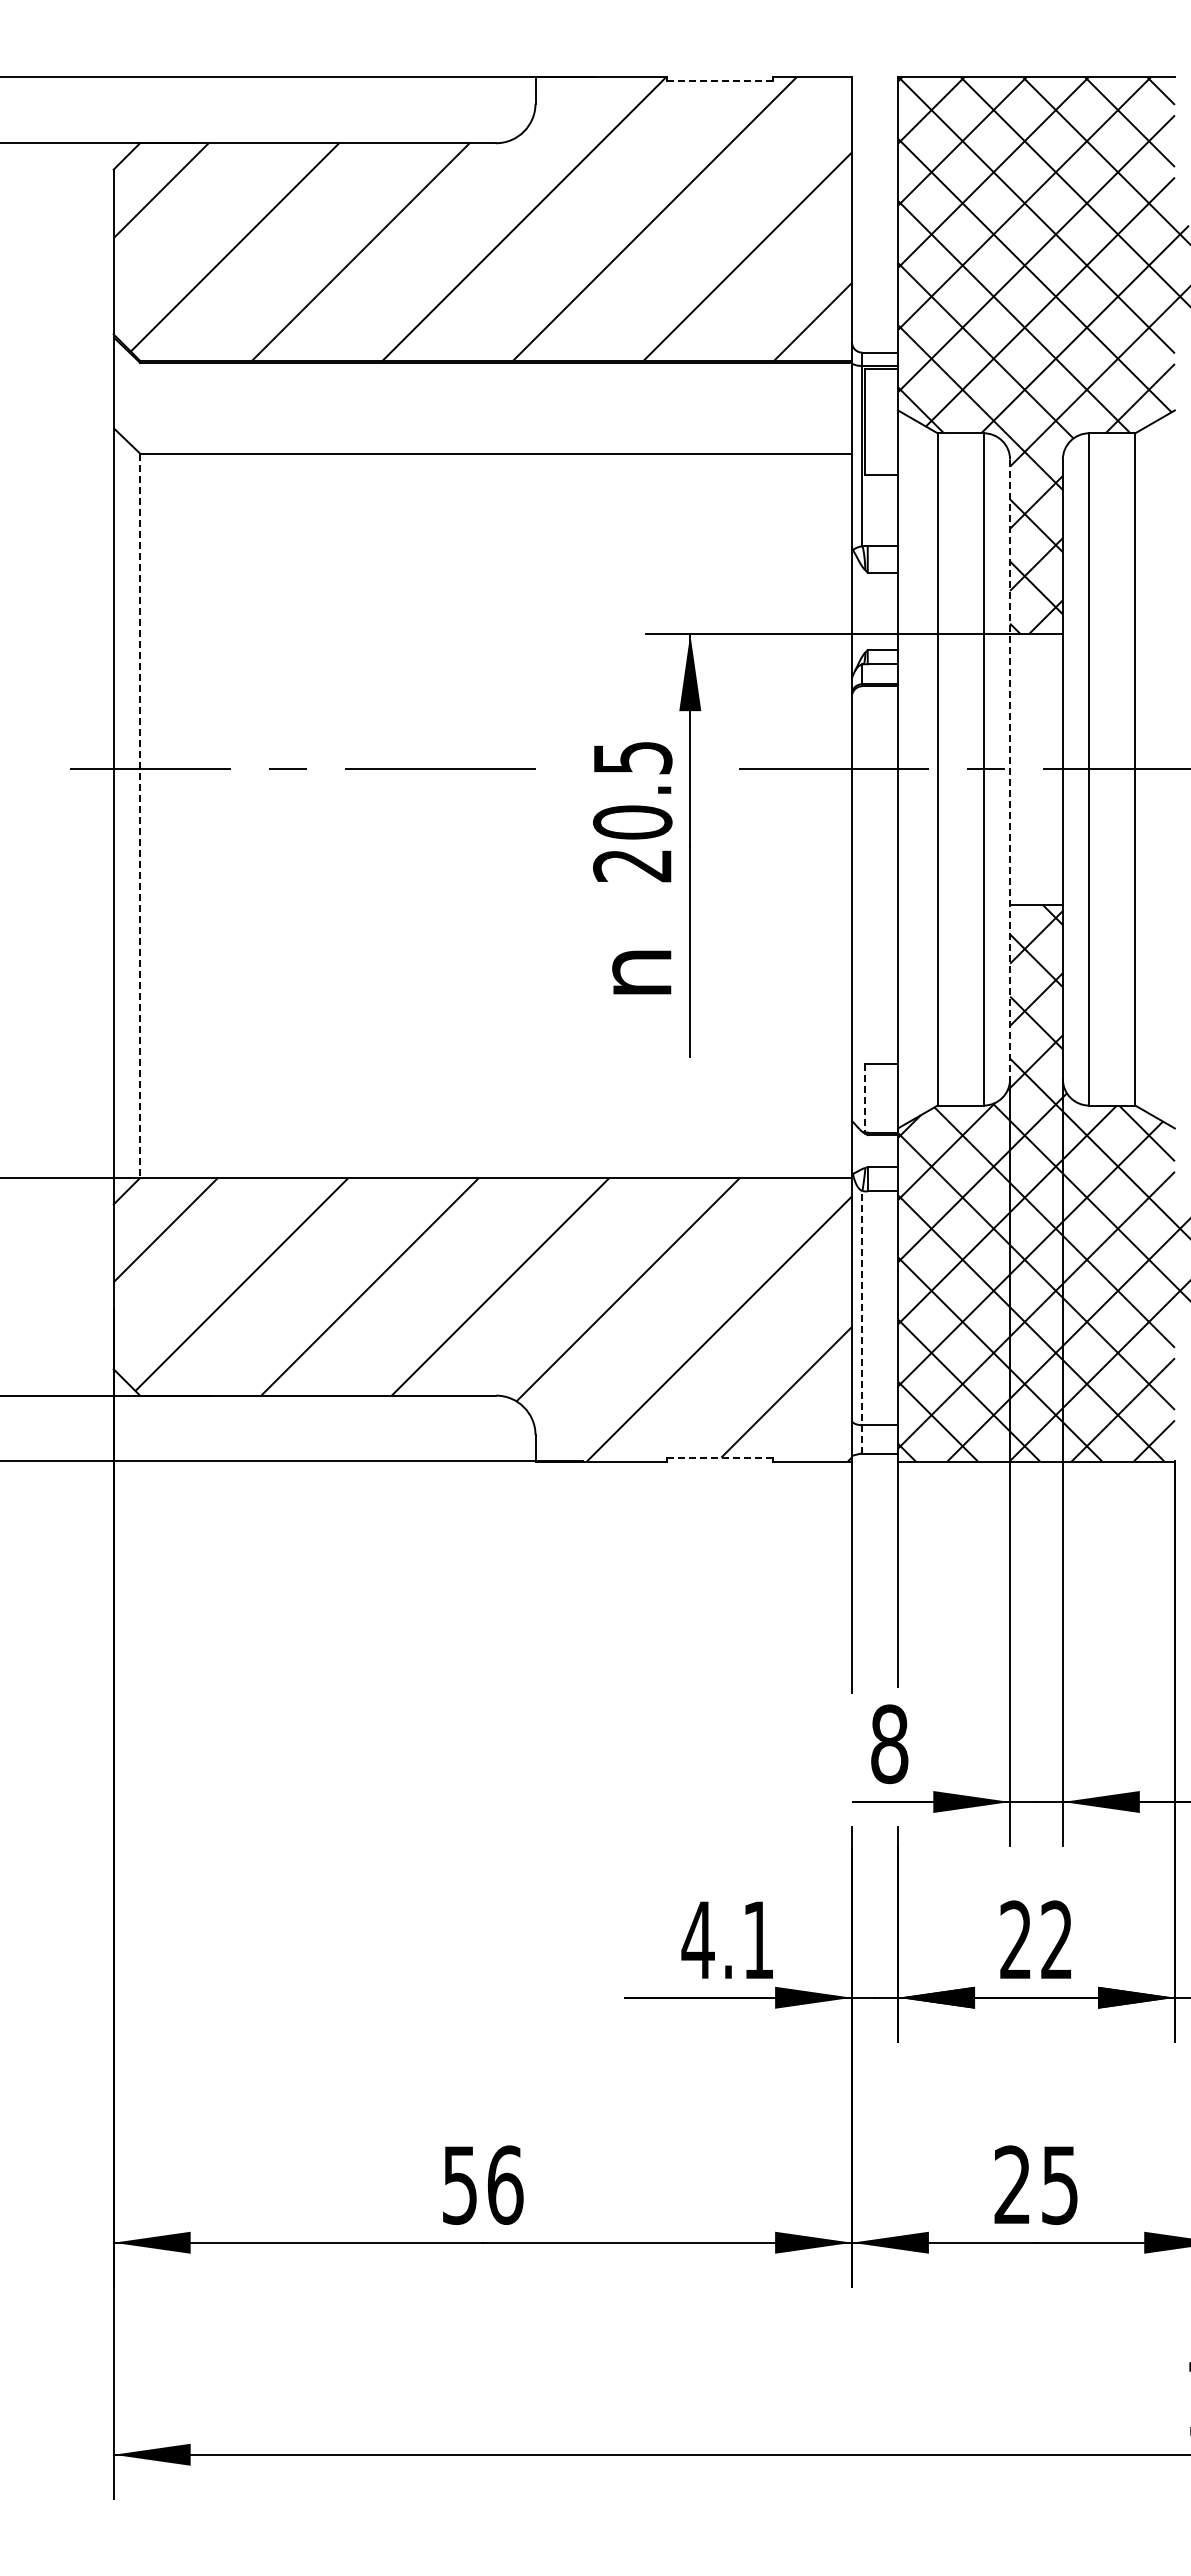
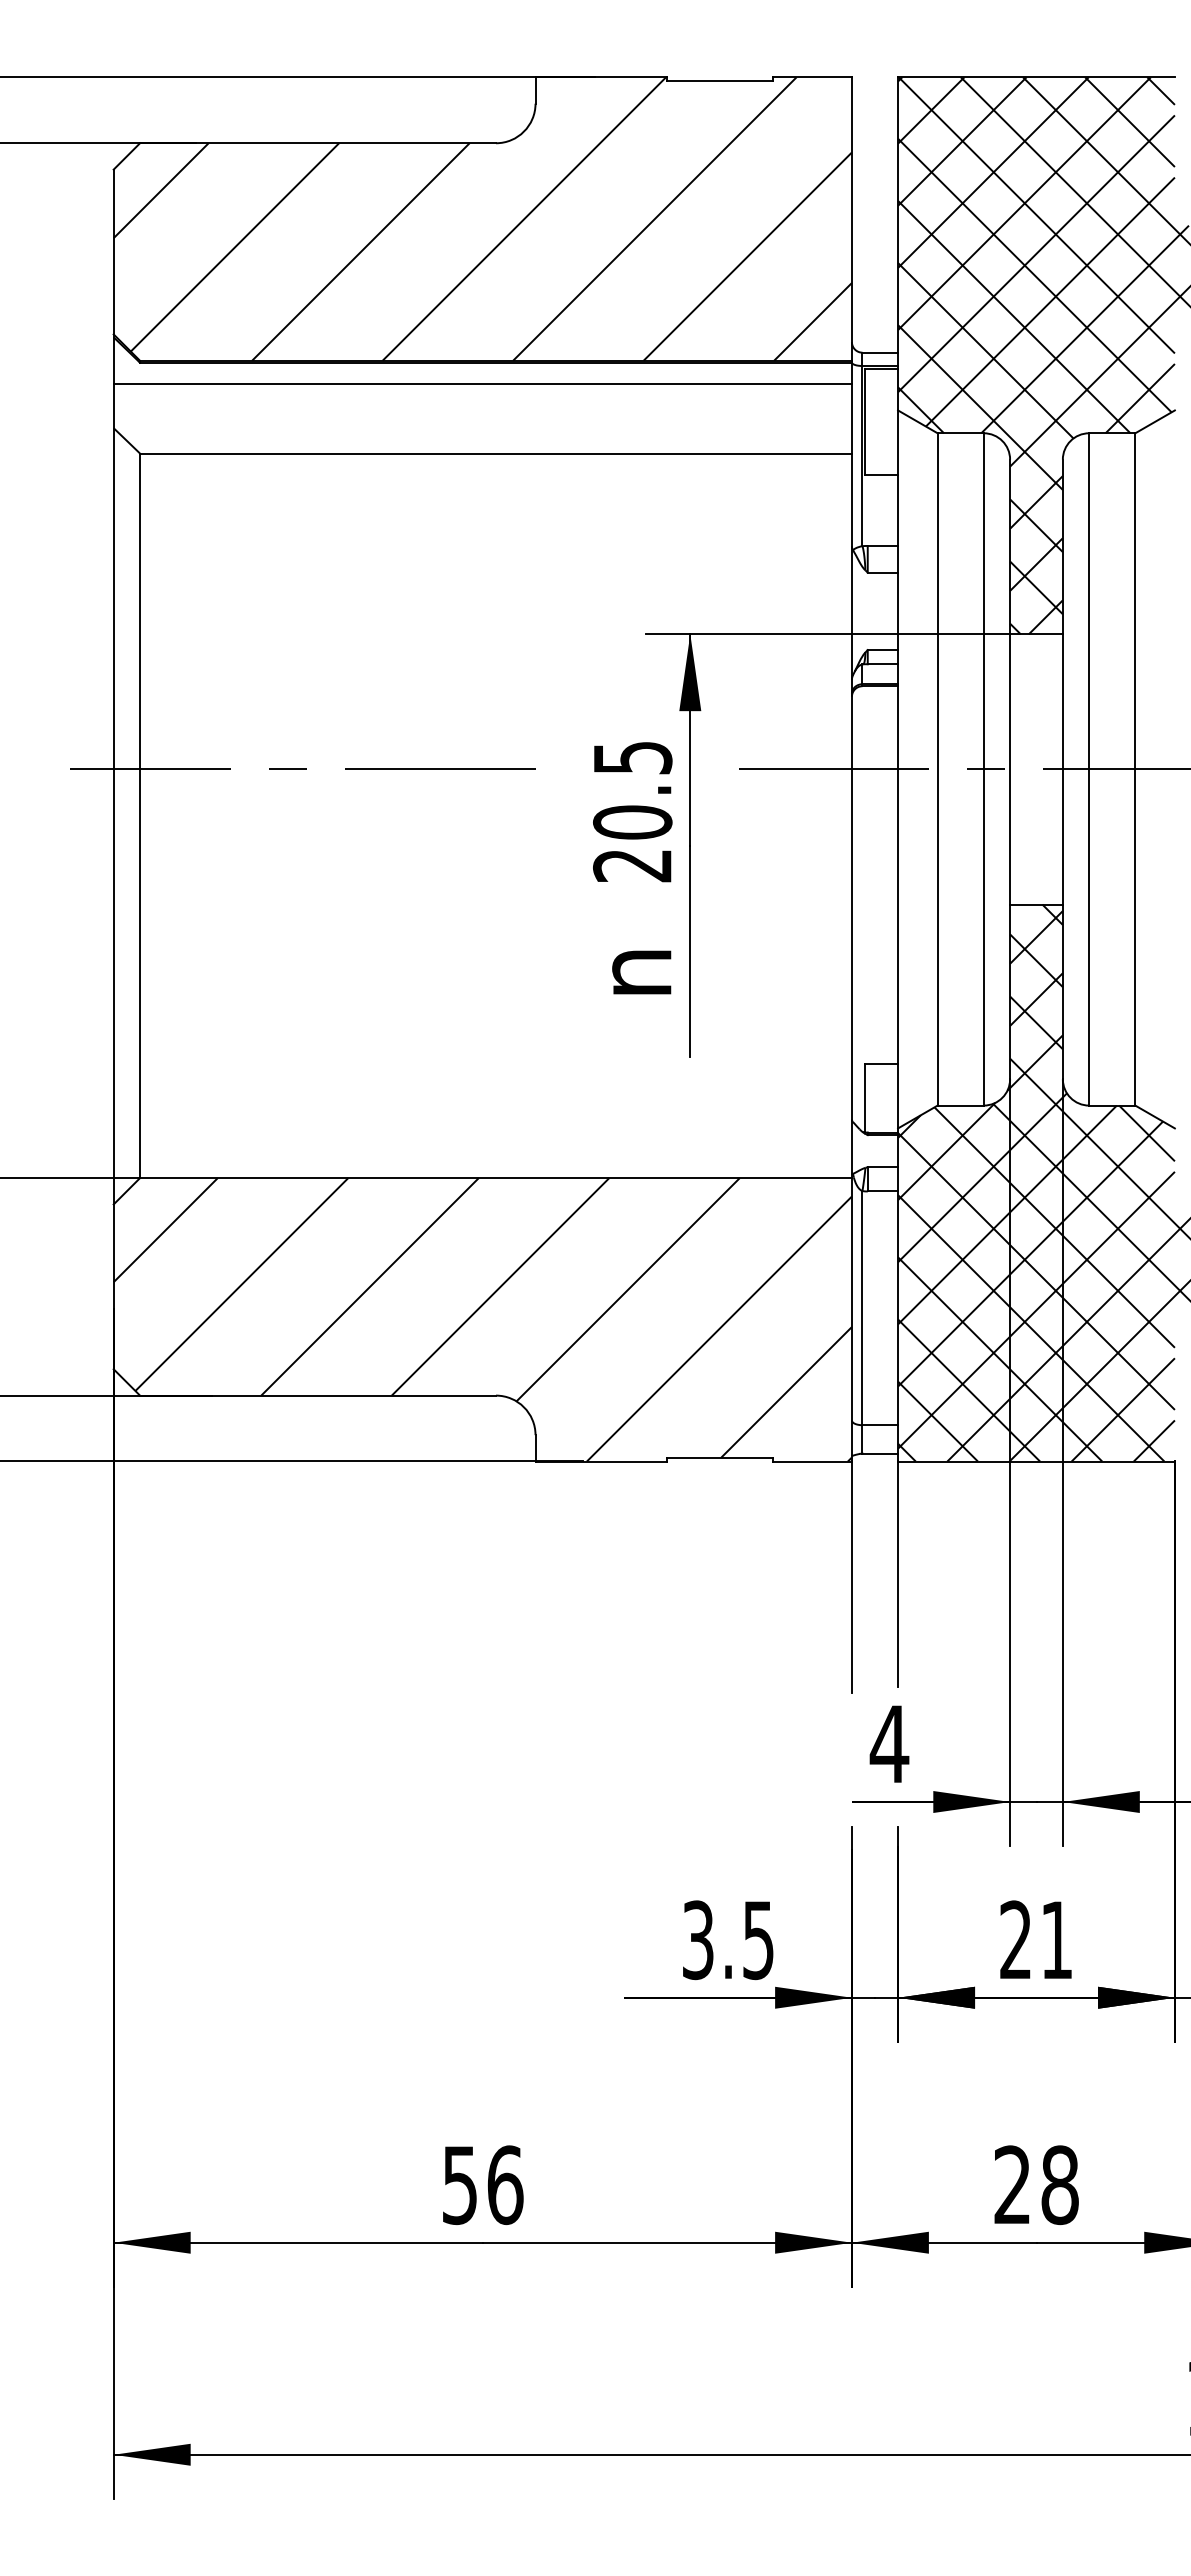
line at (720, 81): dashed -> solid
line at (482, 383): none -> present
line at (1010, 769): dashed -> solid
line at (140, 816): dashed -> solid
line at (865, 1098): dashed -> solid
line at (862, 1321): dashed -> solid
line at (720, 1457): dashed -> solid
text at (889, 1744): 8 -> 4
text at (1056, 1939): 22 -> 21
text at (727, 1940): 4.1 -> 3.5
text at (1059, 2185): 25 -> 28
